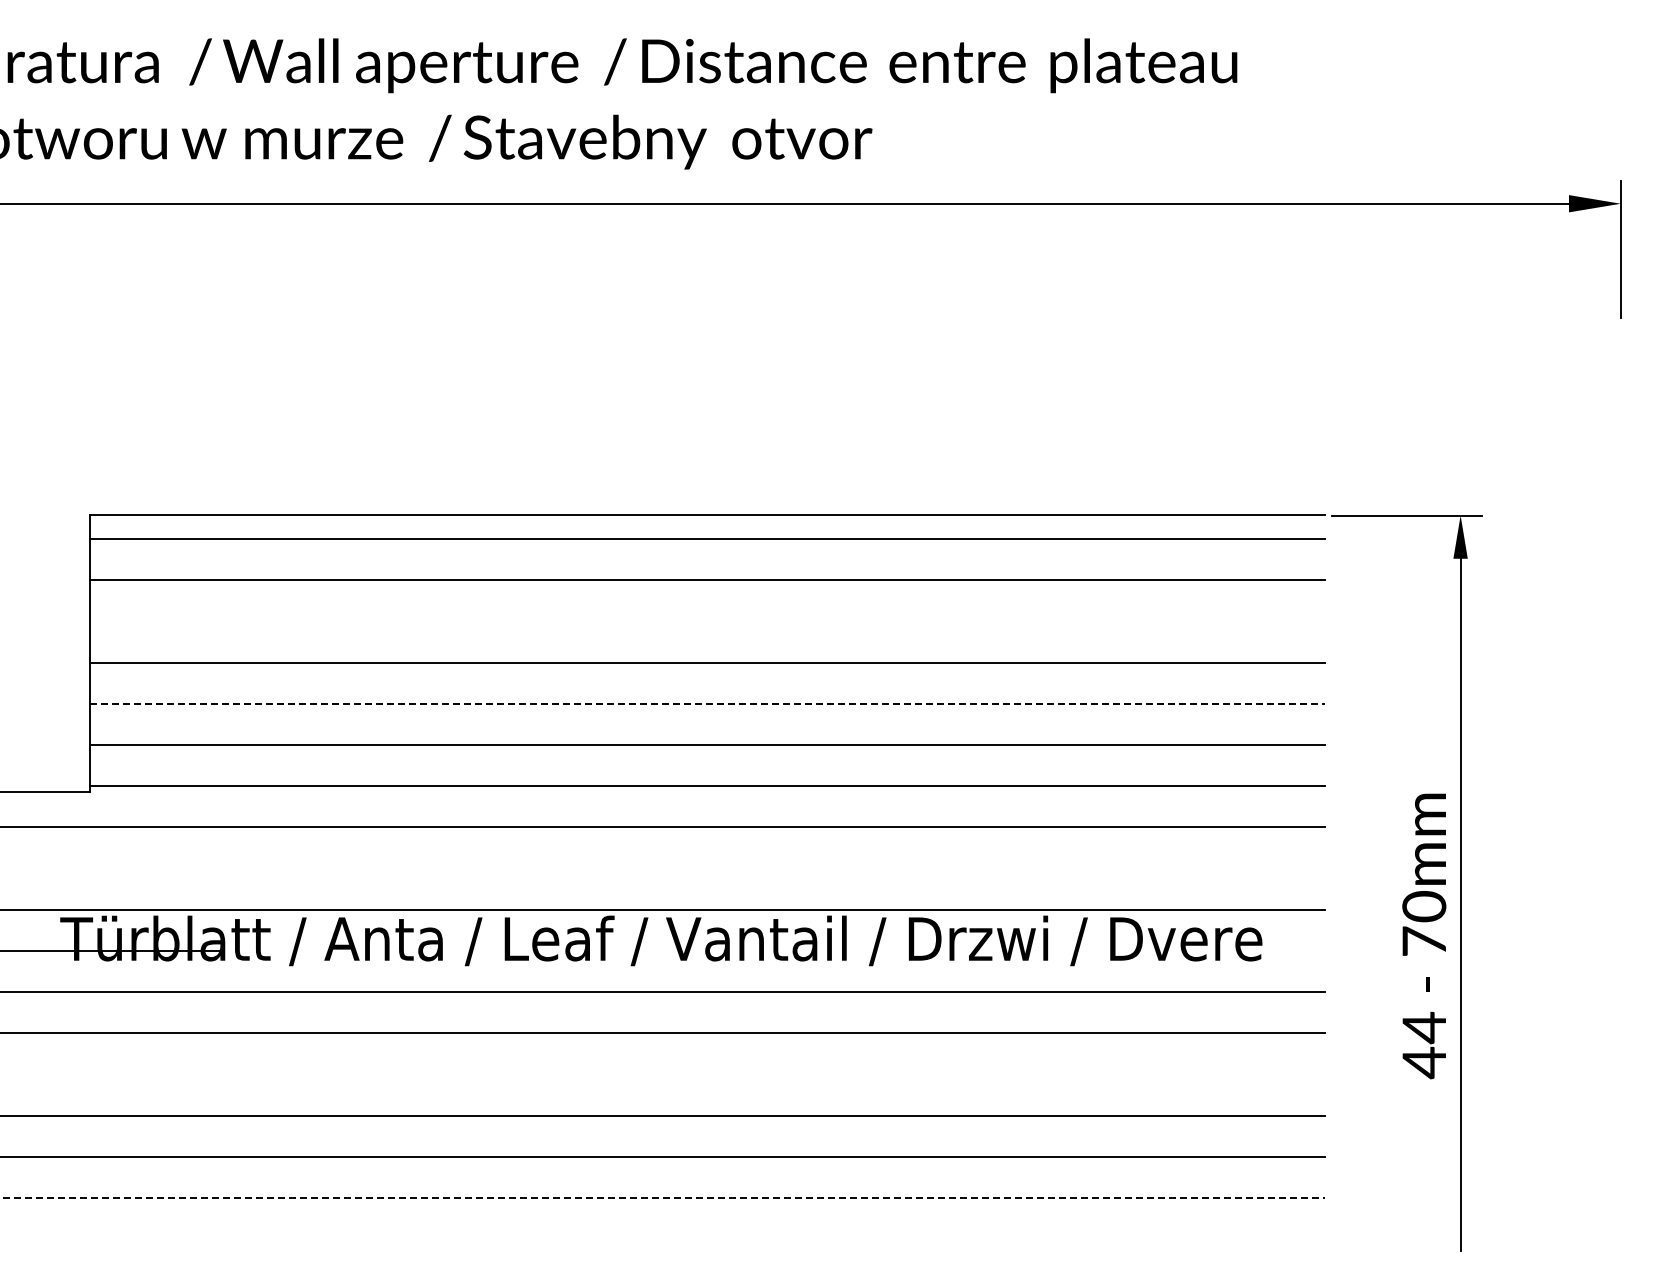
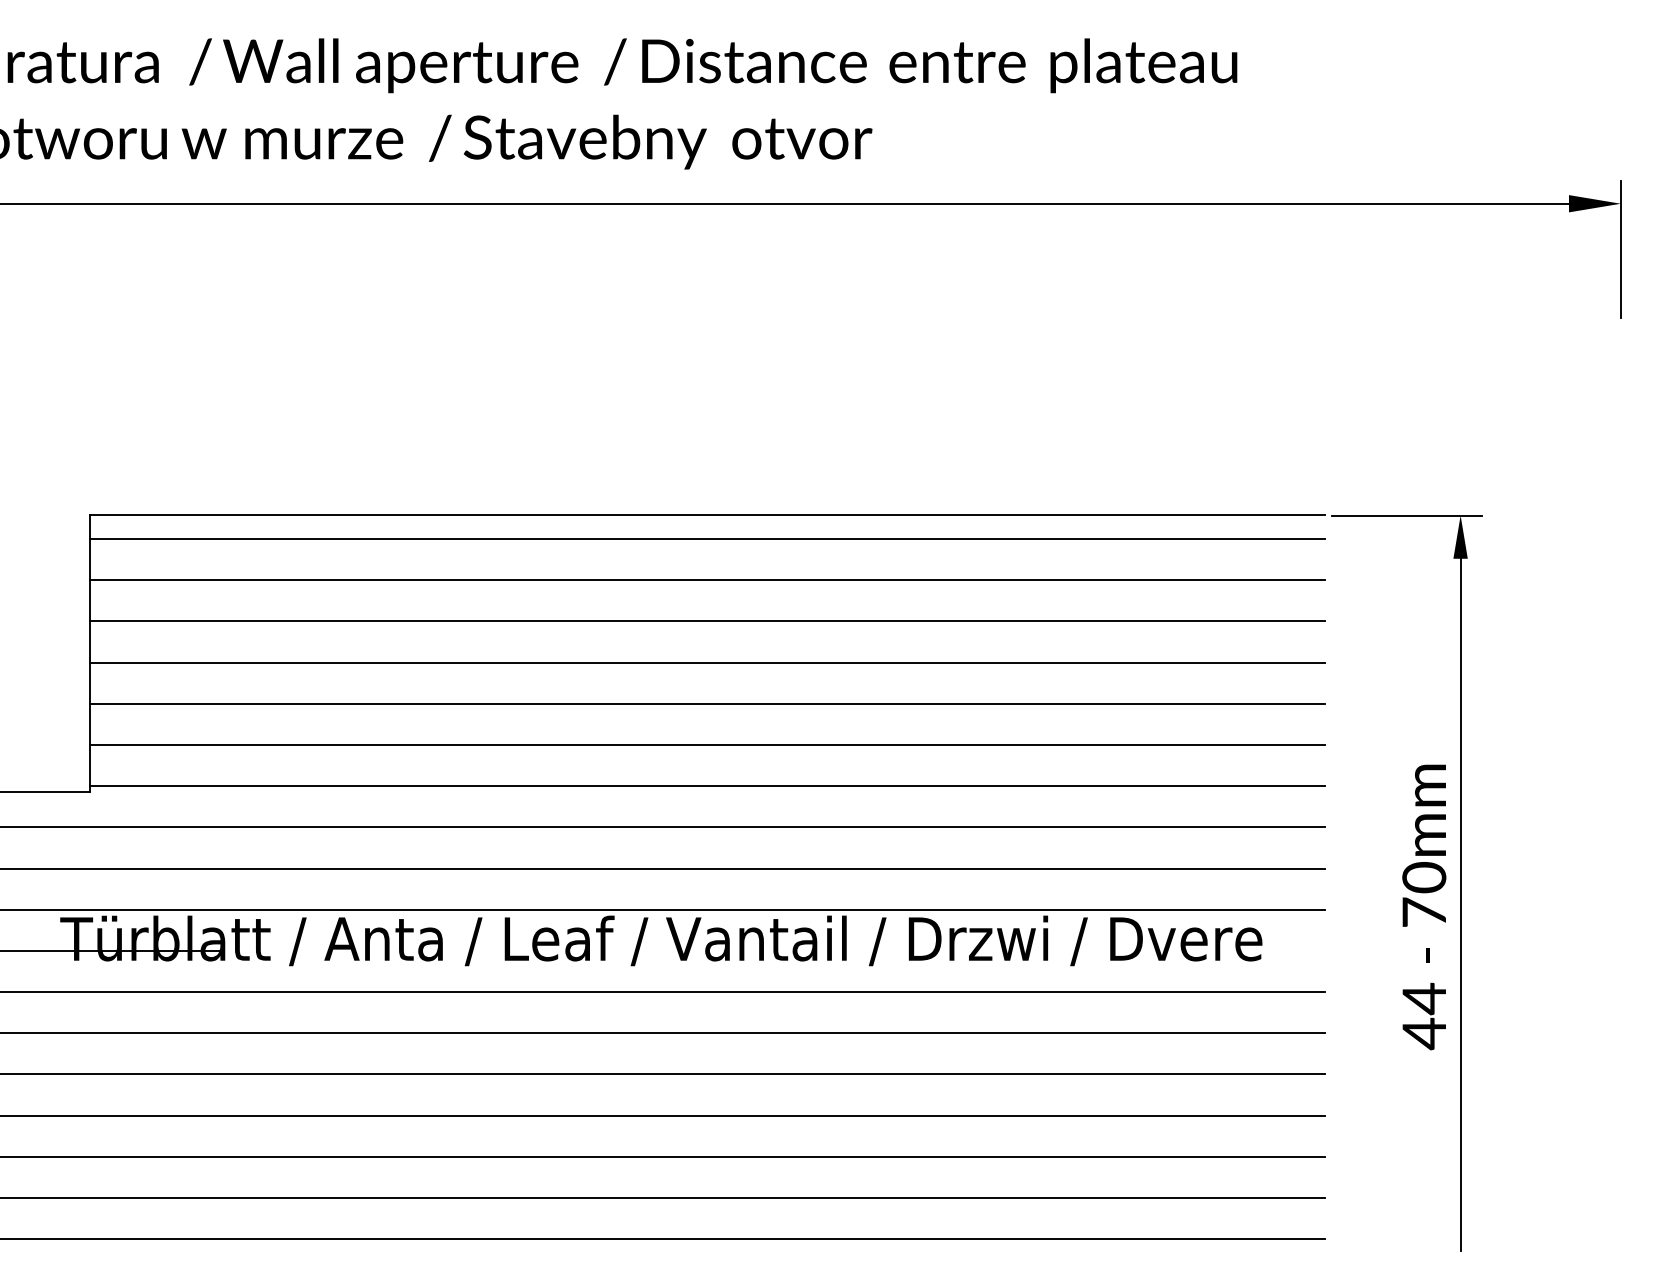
line at (706, 621): none -> present
line at (707, 703): dashed -> solid
line at (663, 868): none -> present
text at (1424, 936) position: (1424, 936) -> (1424, 907)
line at (663, 1074): none -> present
line at (662, 1198): dashed -> solid
line at (663, 1239): none -> present
